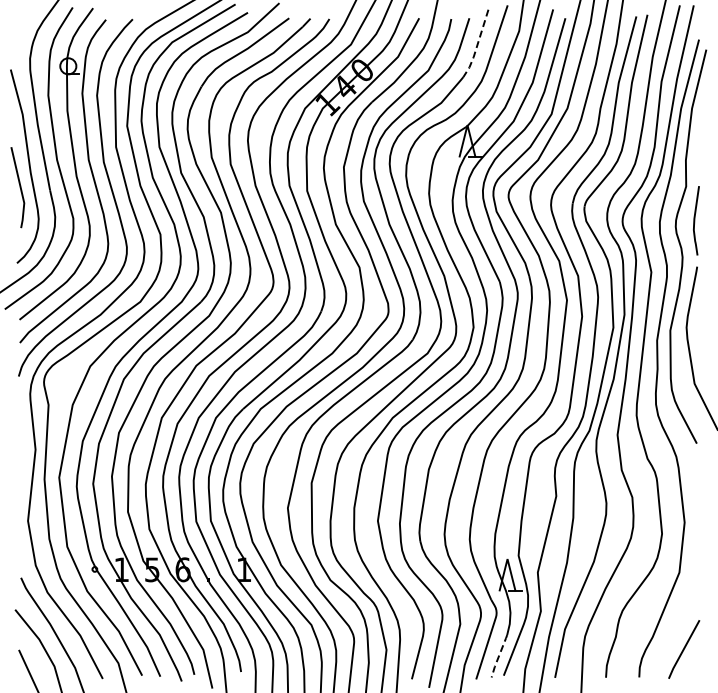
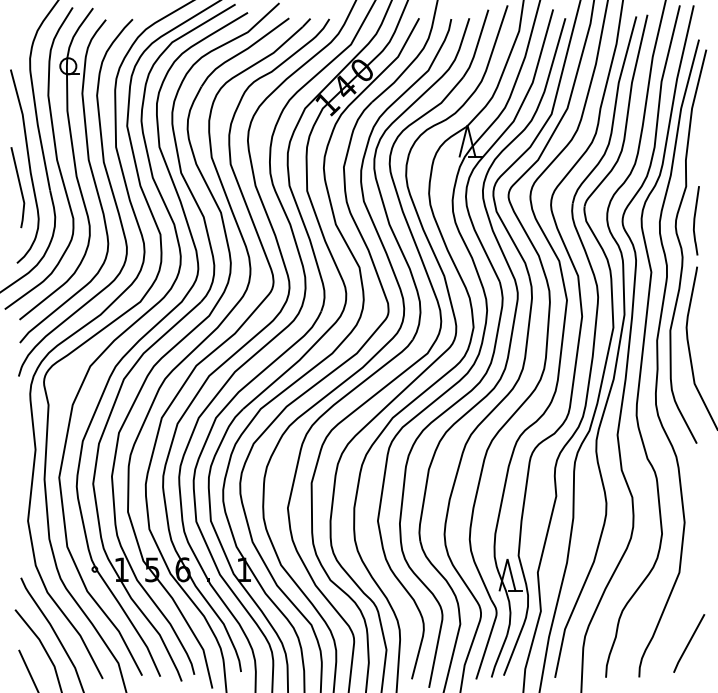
line at (477, 45): dashed -> solid
line at (684, 649) position: (684, 649) -> (689, 643)
line at (498, 656): dashed -> solid
